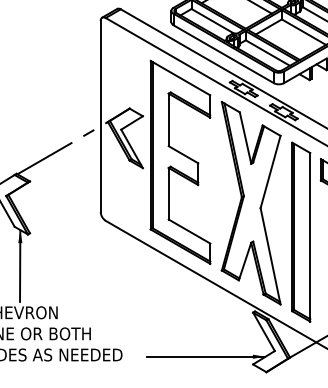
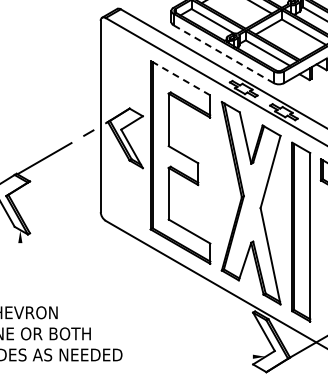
line at (223, 54): solid -> dashed
line at (180, 77): solid -> dashed
line at (20, 265): present -> none
line at (206, 356): present -> none
